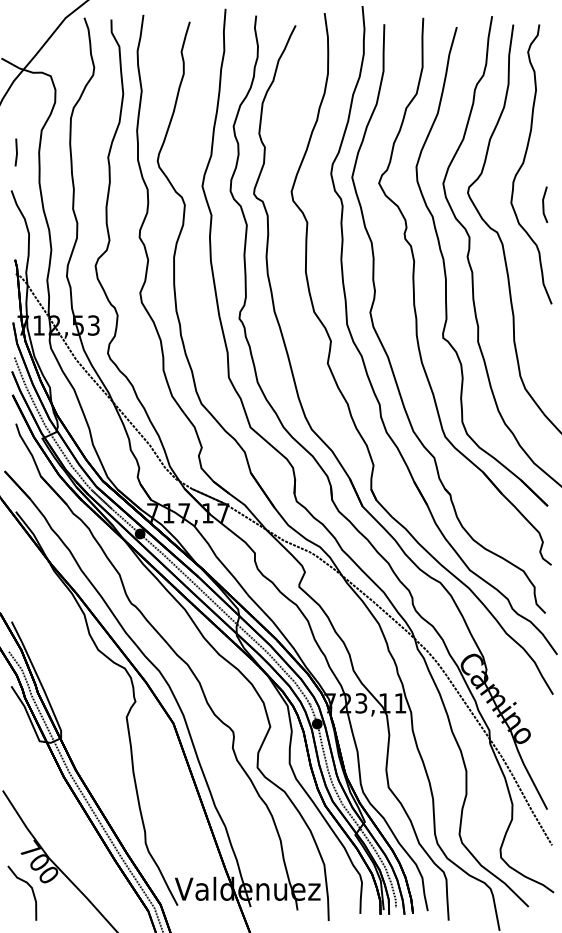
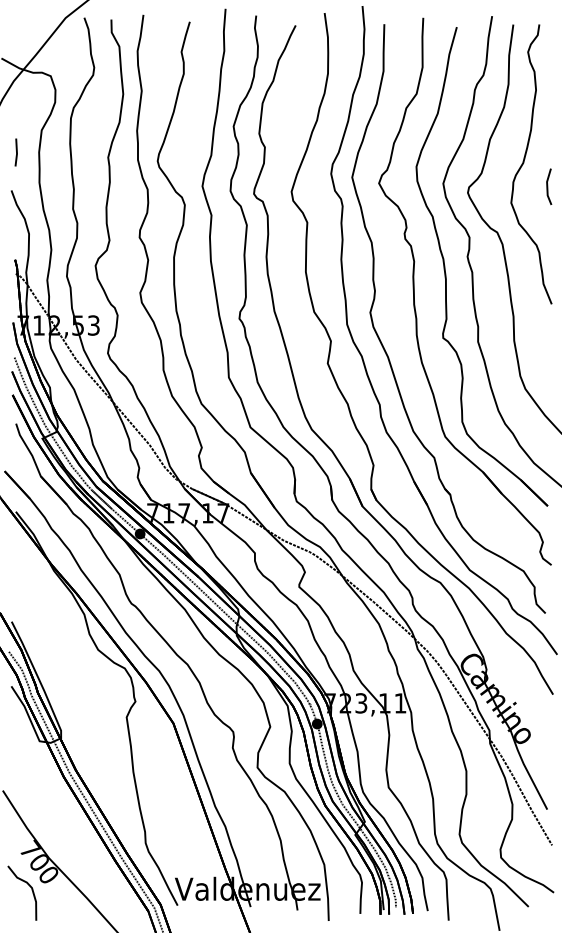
line at (544, 204) position: (544, 204) -> (548, 186)
